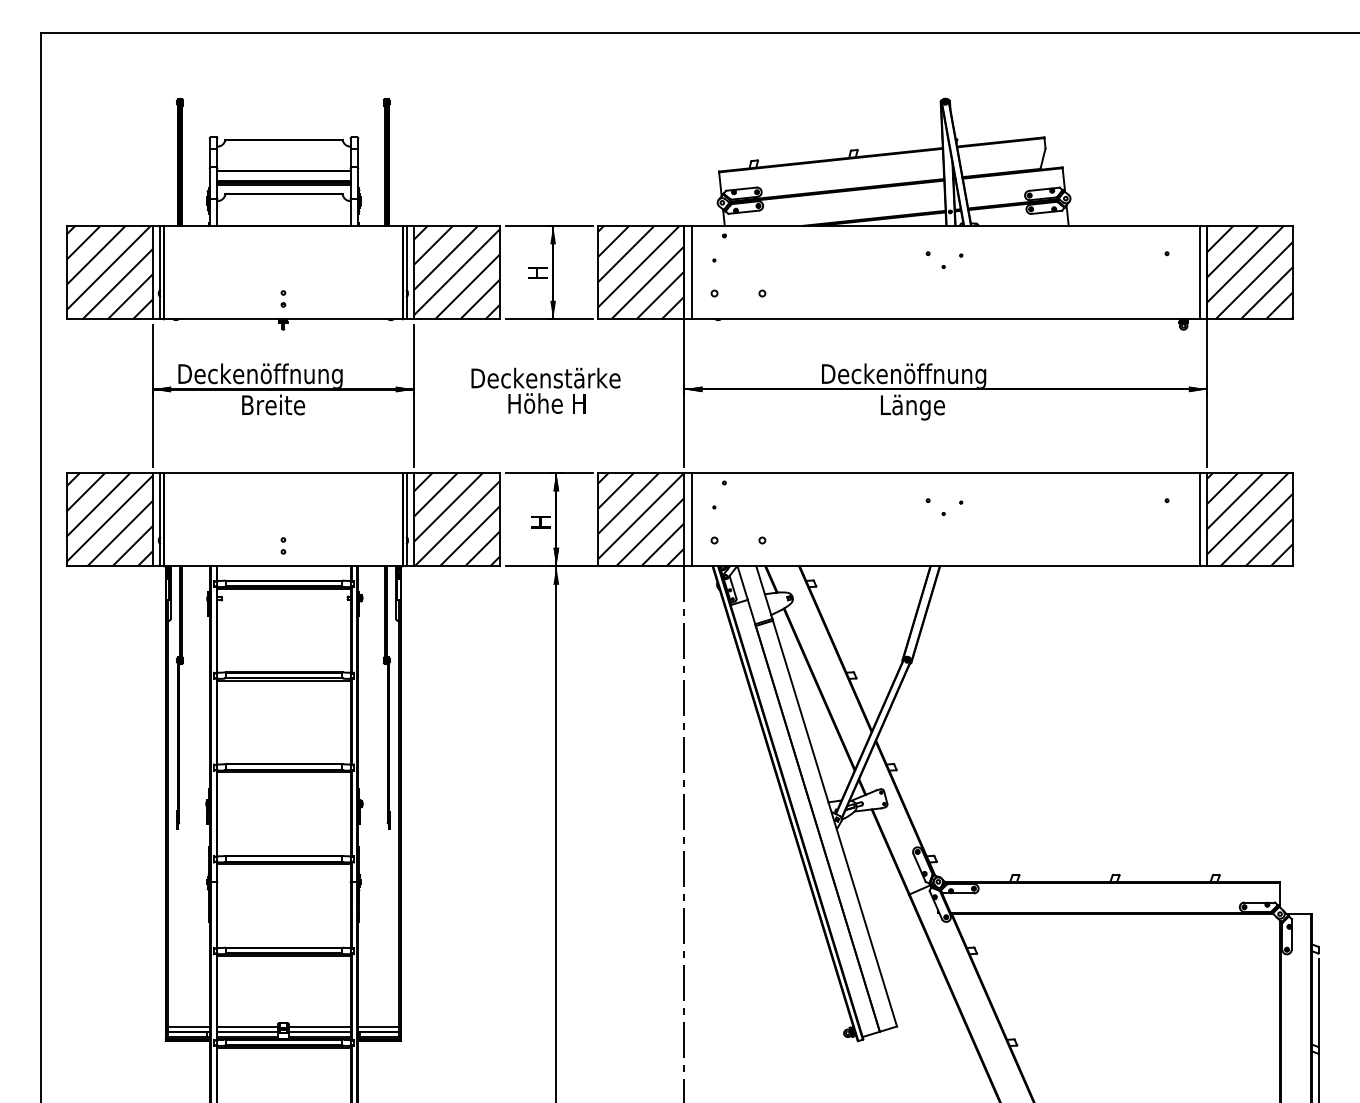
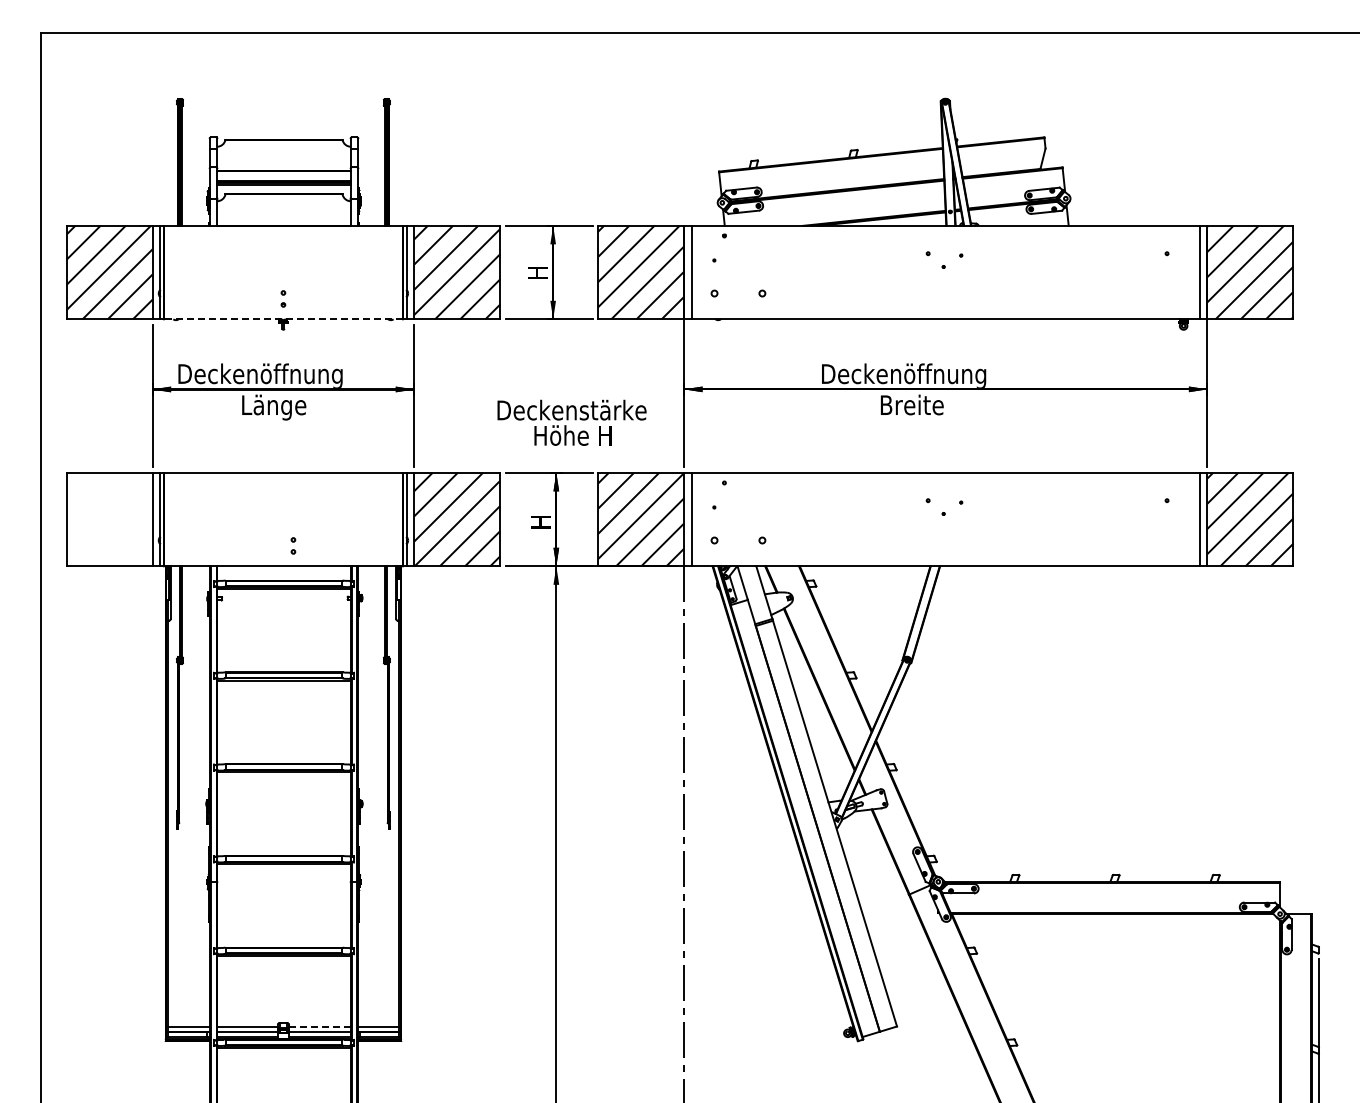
line at (282, 319): solid -> dashed
text at (545, 390) position: (545, 390) -> (571, 422)
text at (275, 407): Breite -> Länge
text at (913, 407): Länge -> Breite
hatch at (109, 519): present -> none
part at (283, 545) position: (283, 545) -> (293, 545)
line at (319, 1026): solid -> dashed
